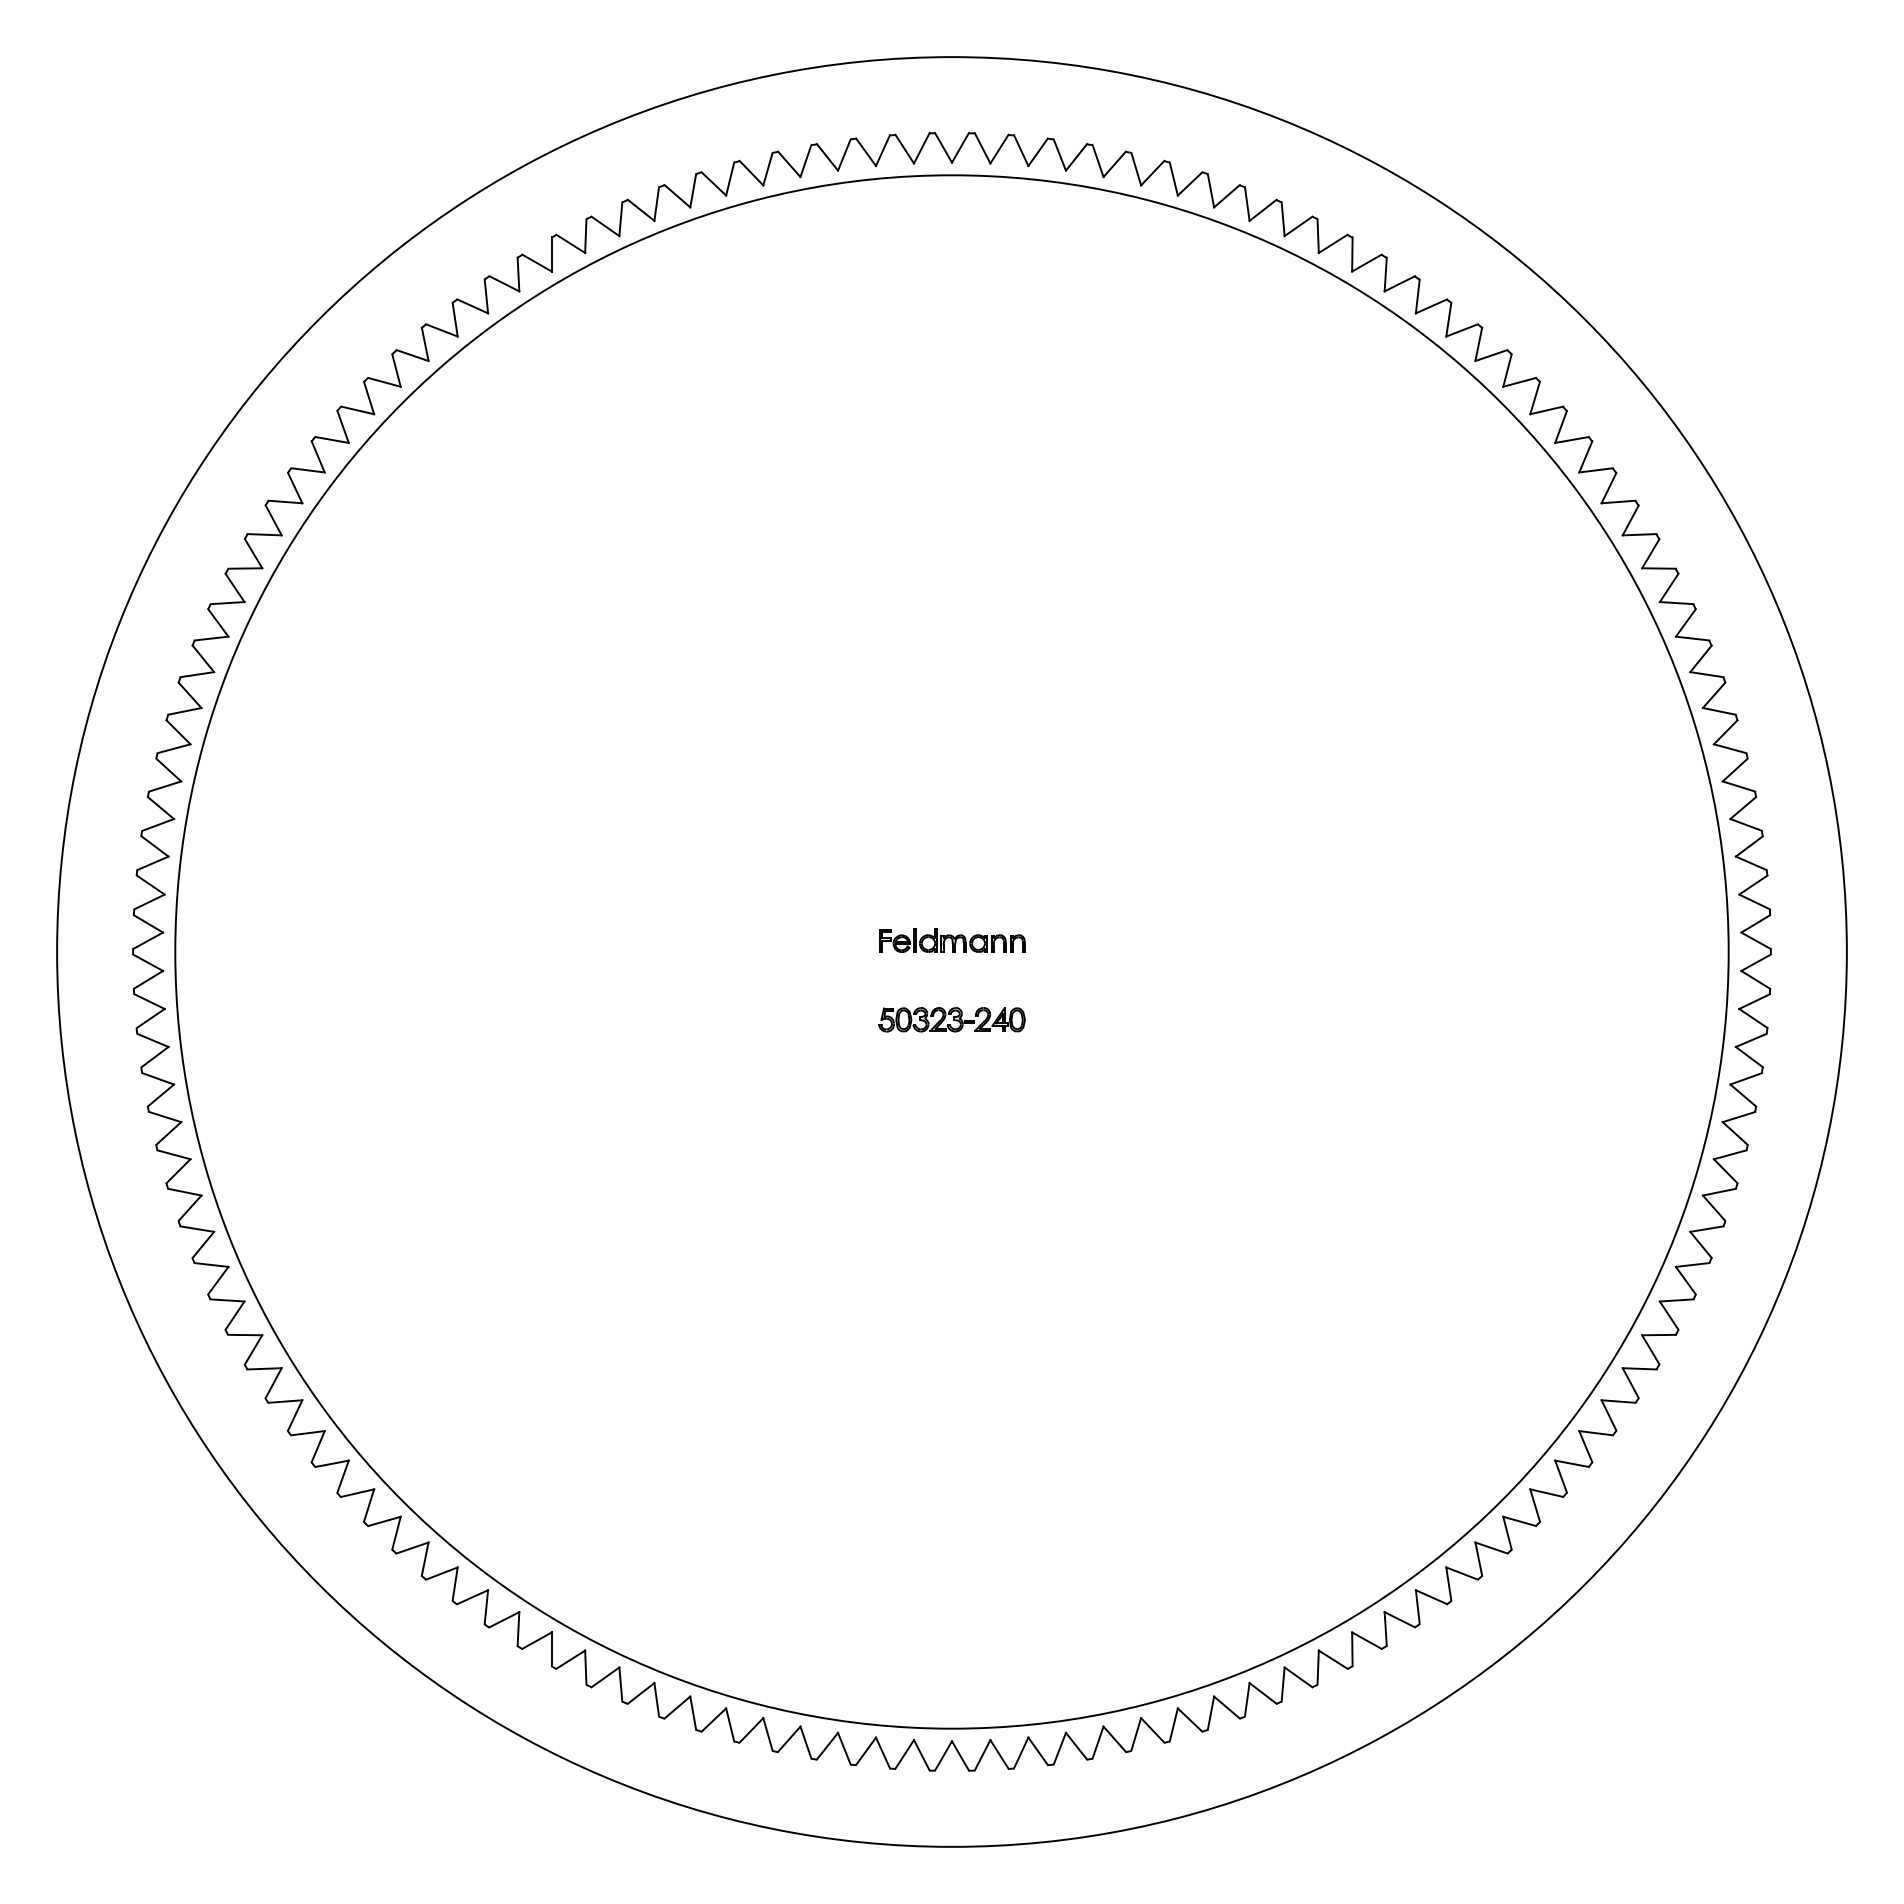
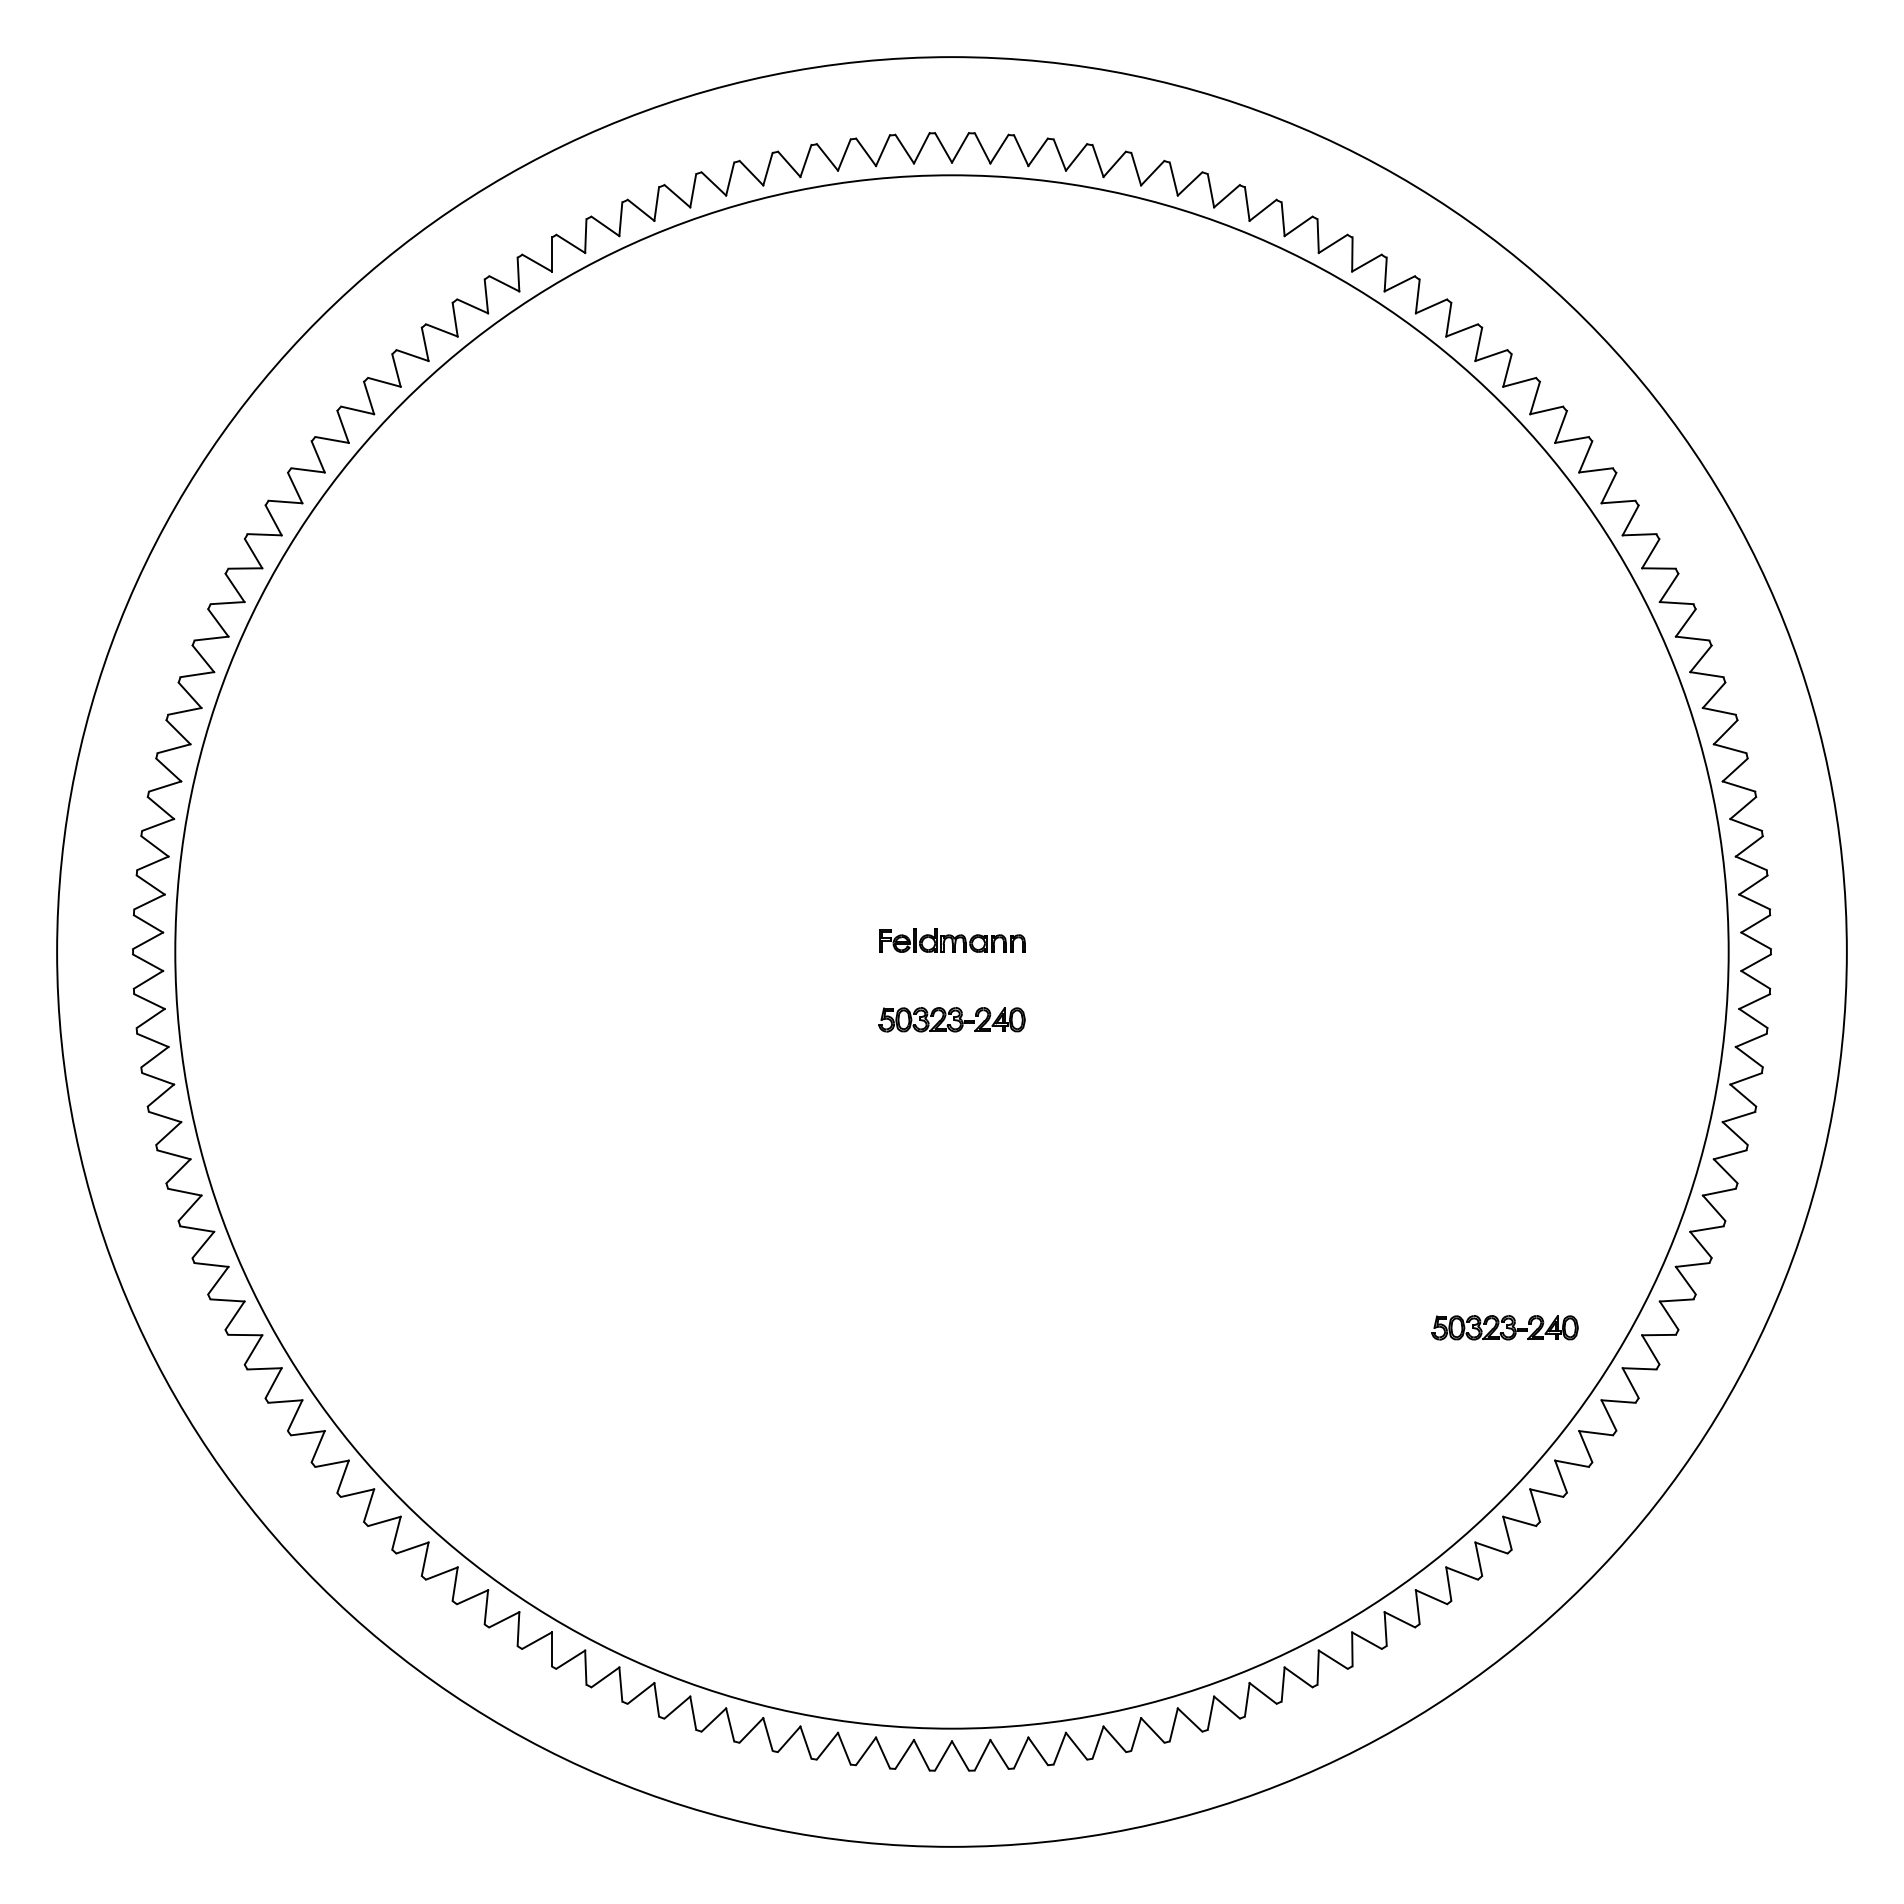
part at (1504, 1327): none -> present
